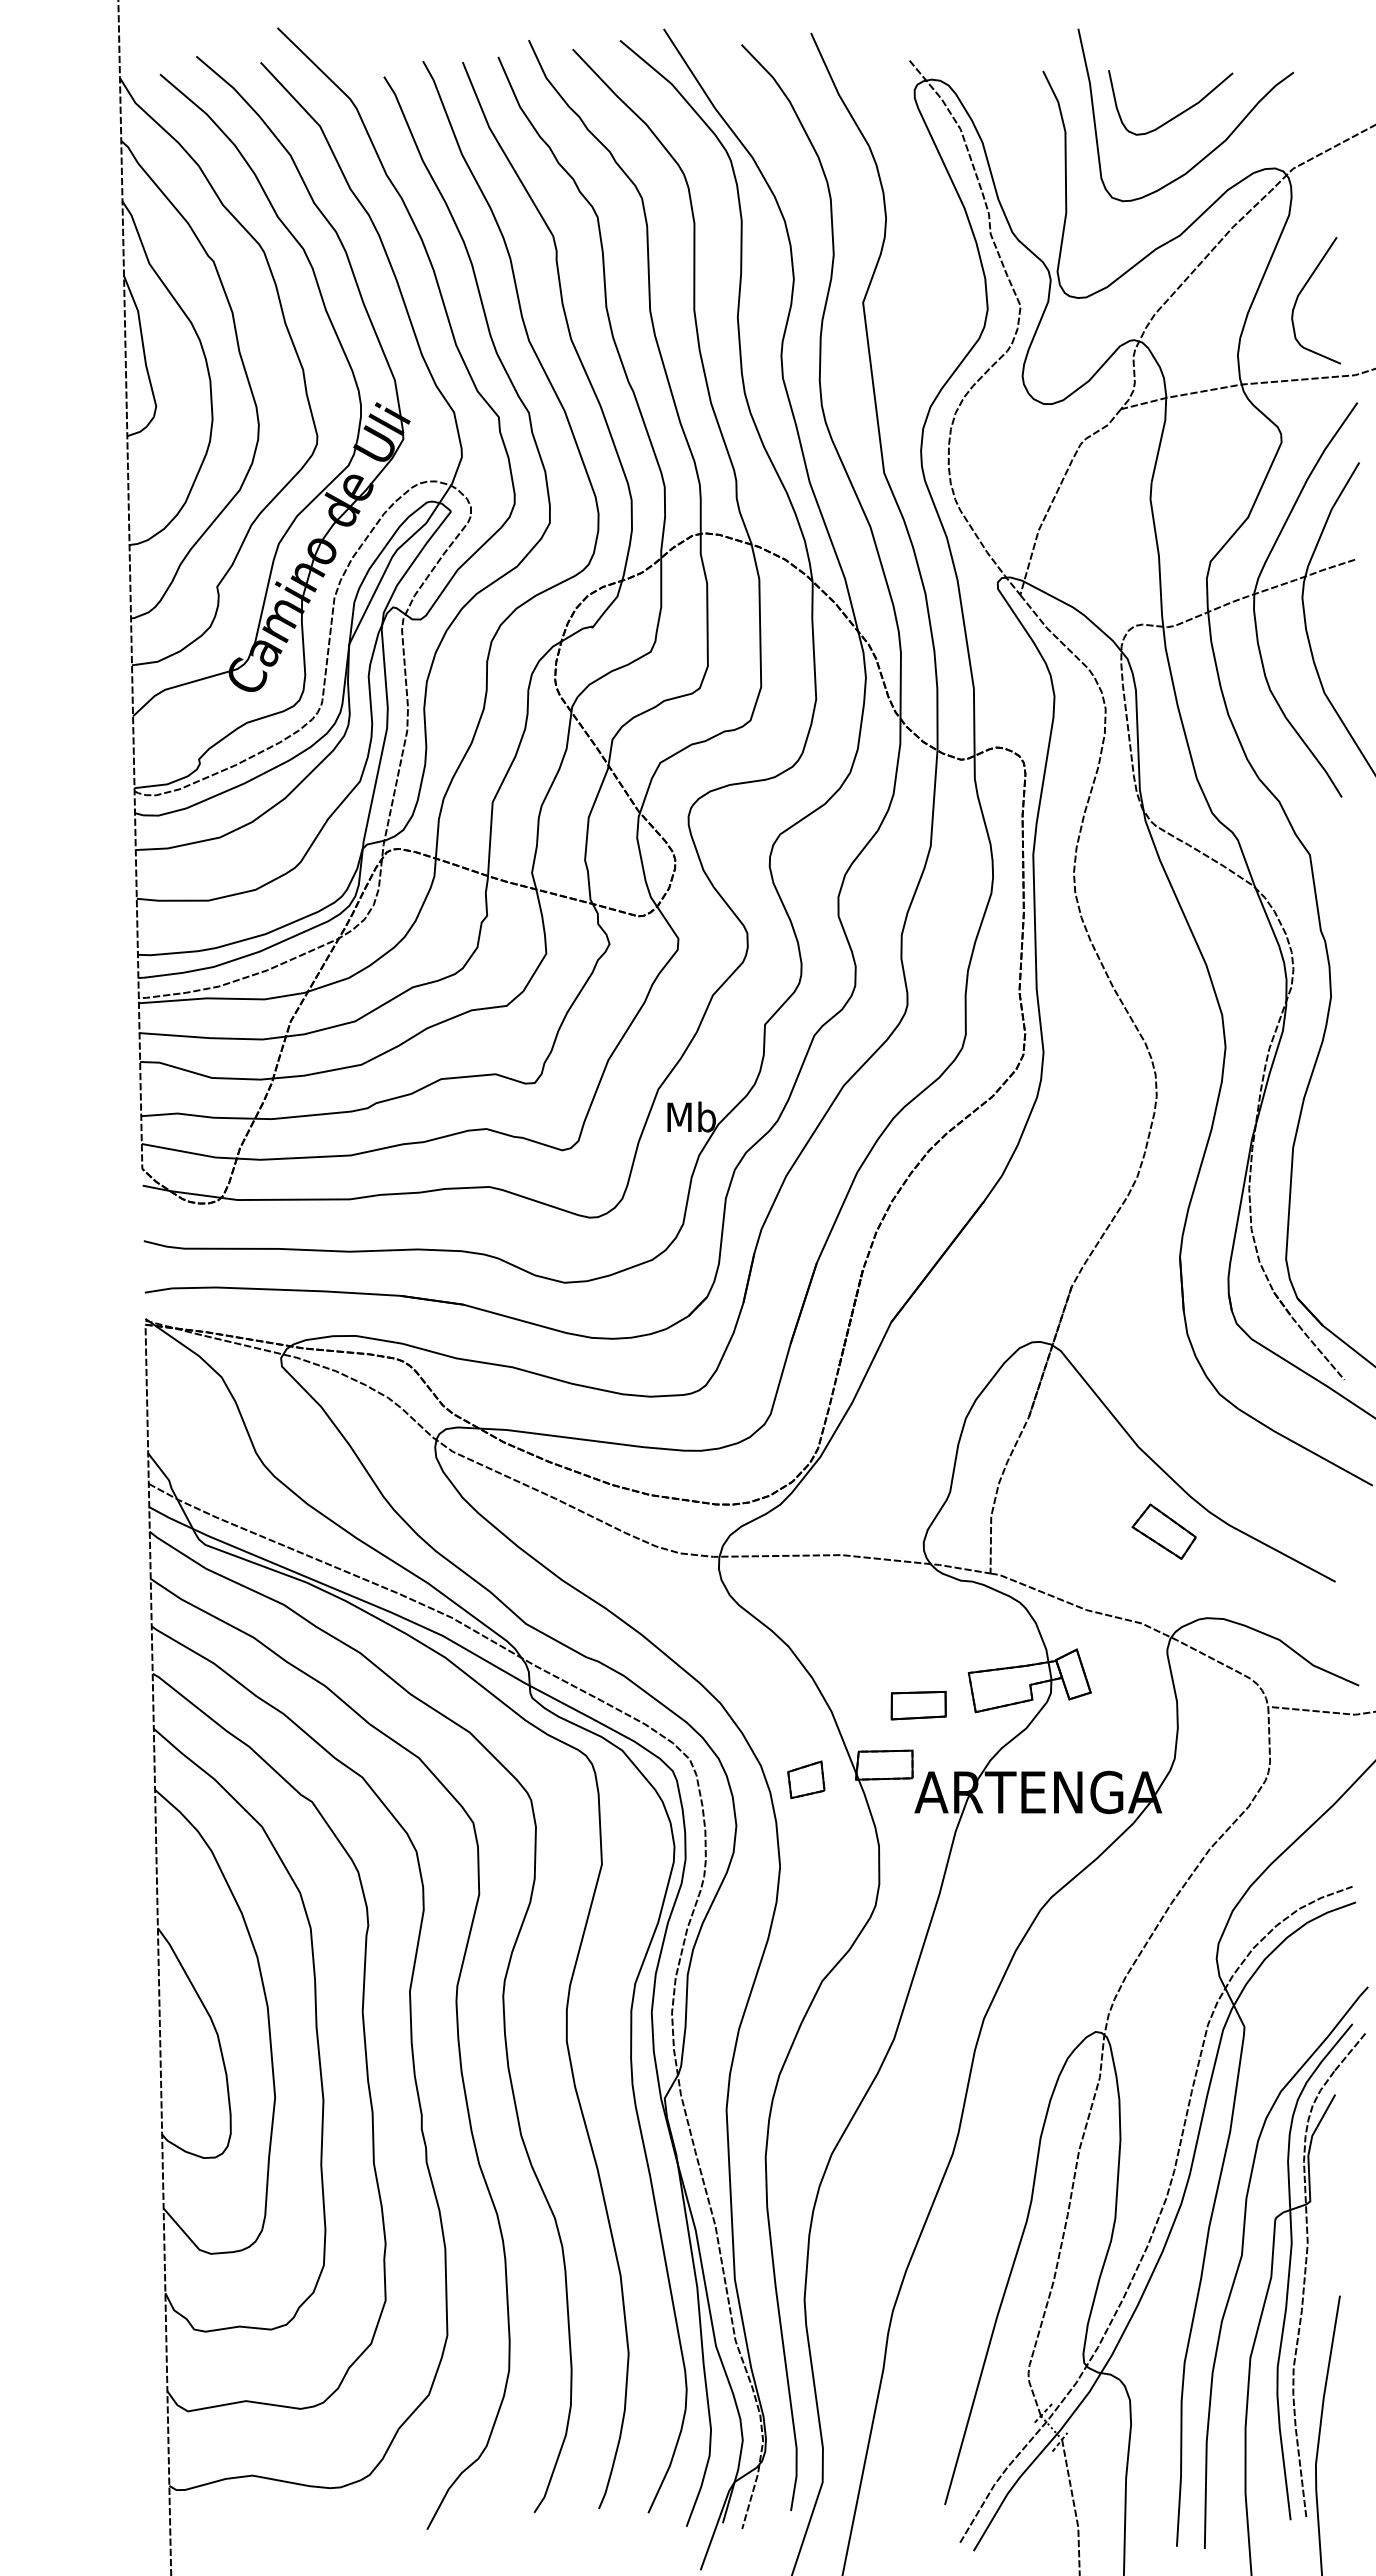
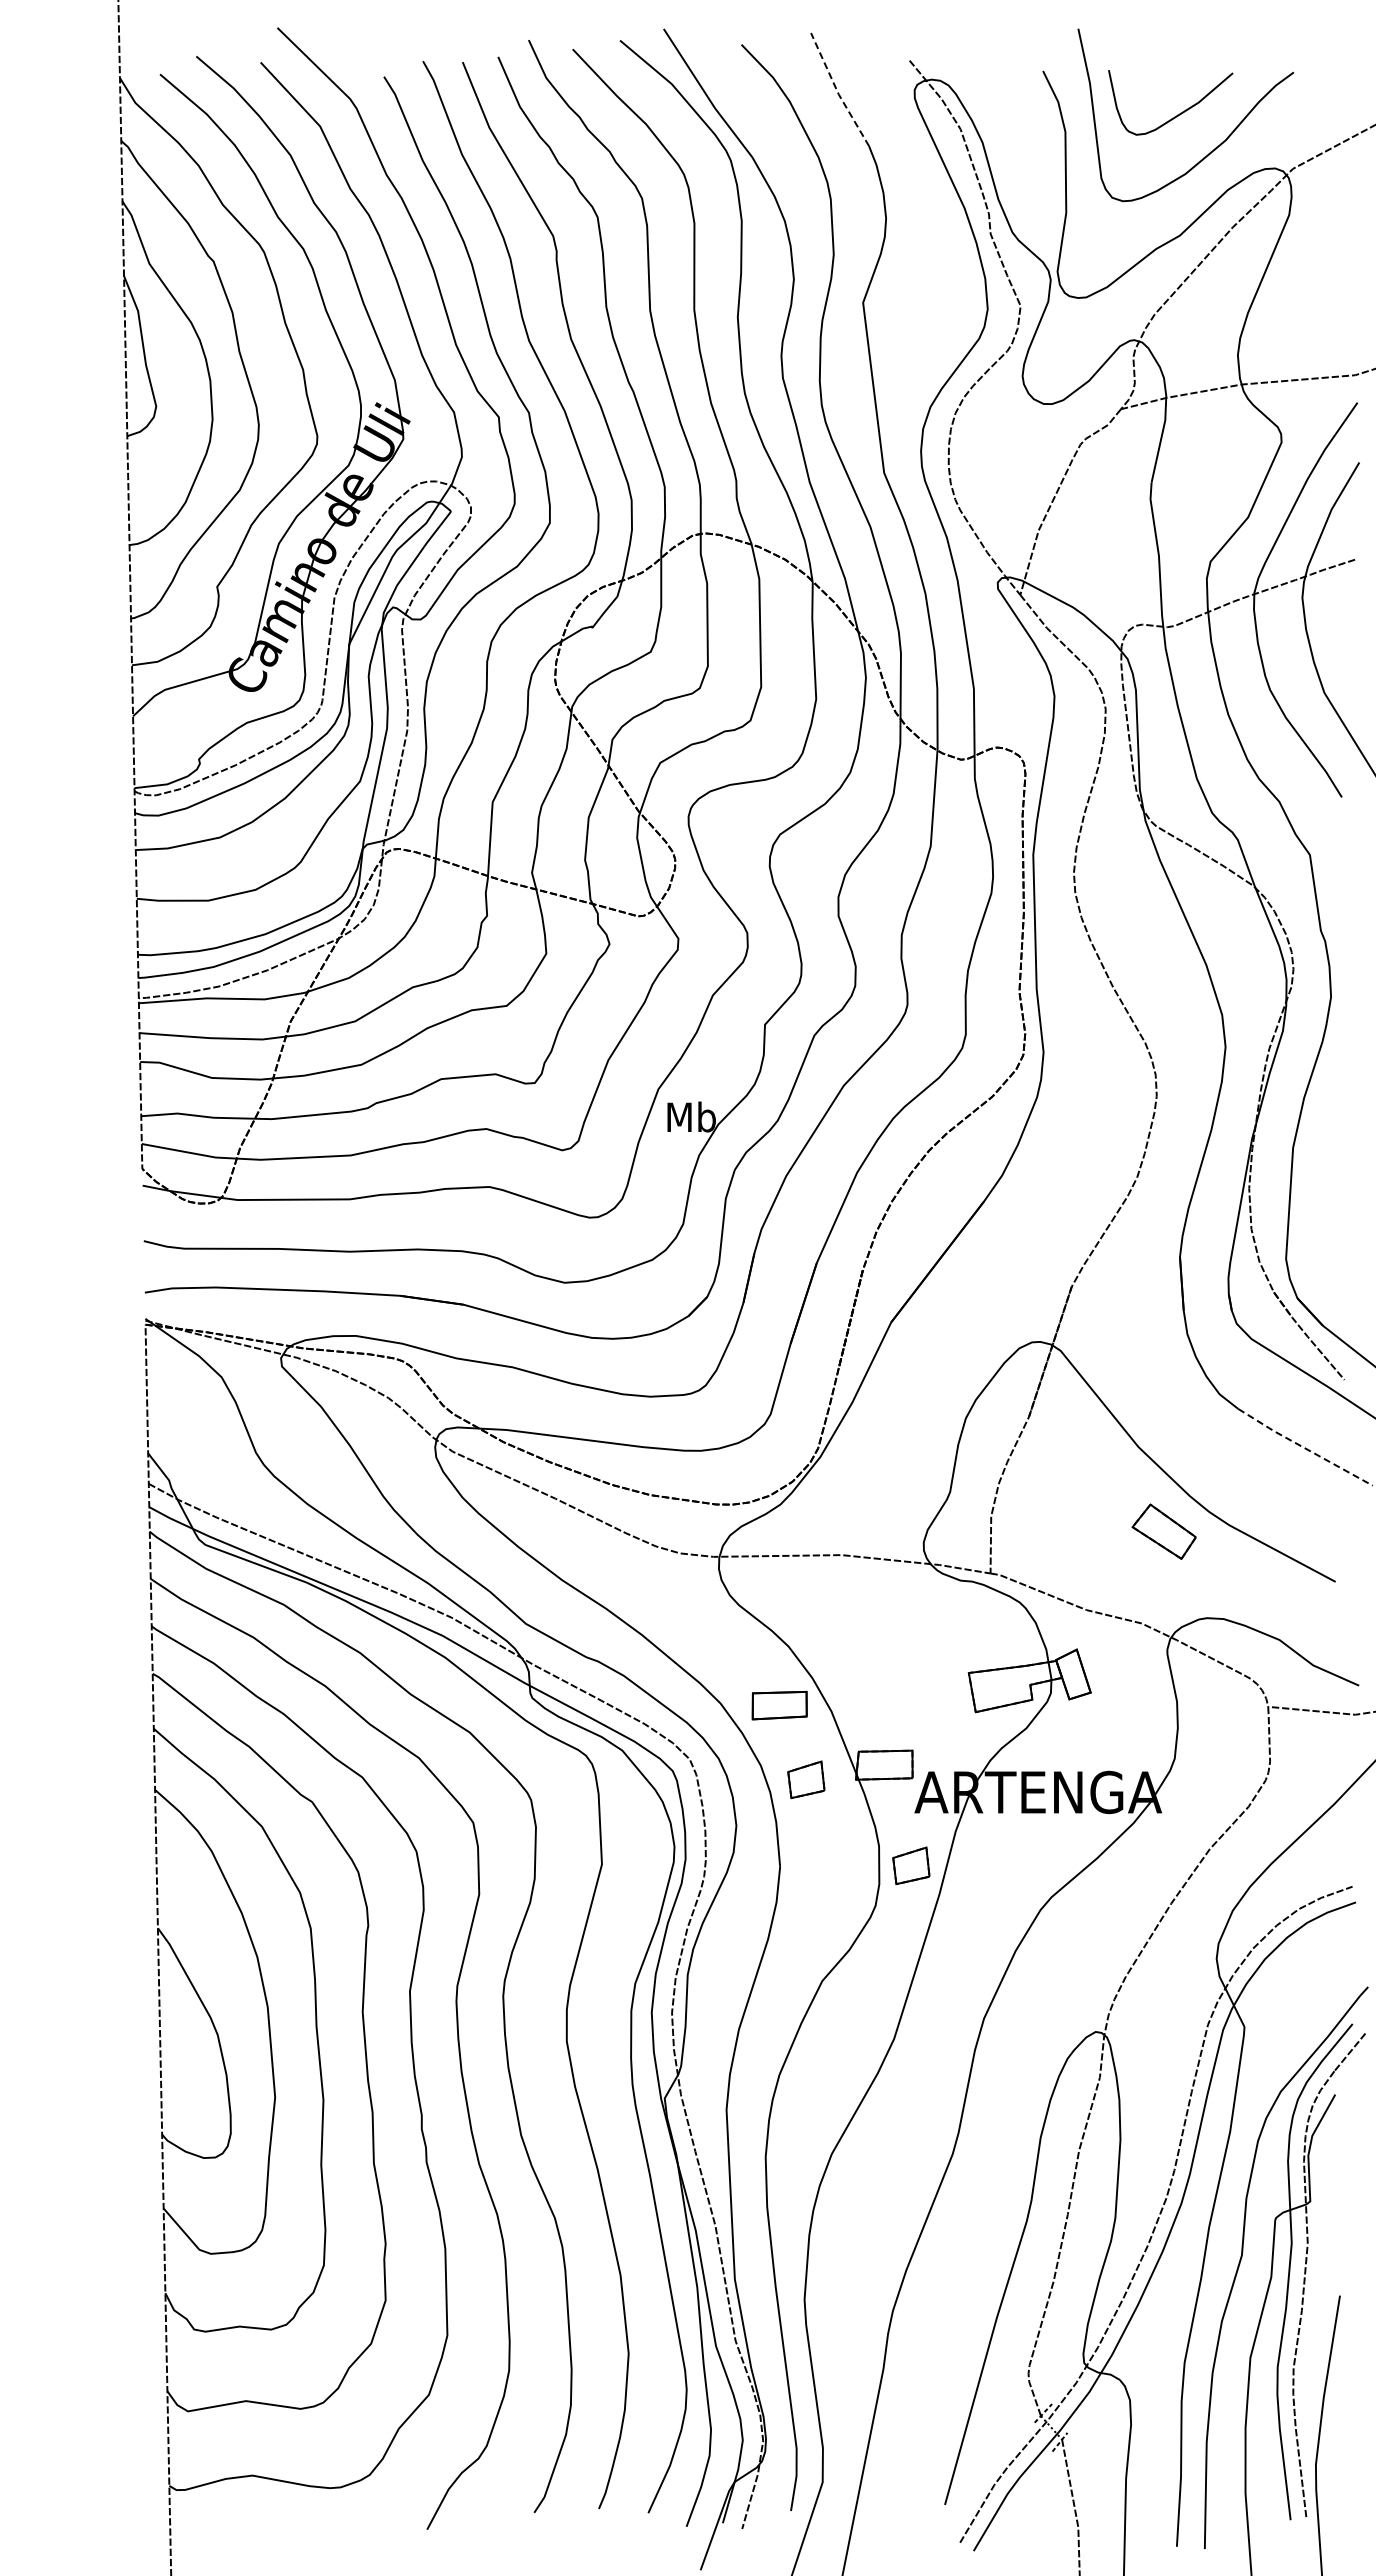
line at (837, 91): solid -> dashed
curve at (1302, 291): present -> none
line at (1304, 1448): solid -> dashed
part at (918, 1705) position: (918, 1705) -> (779, 1705)
part at (911, 1865): none -> present
